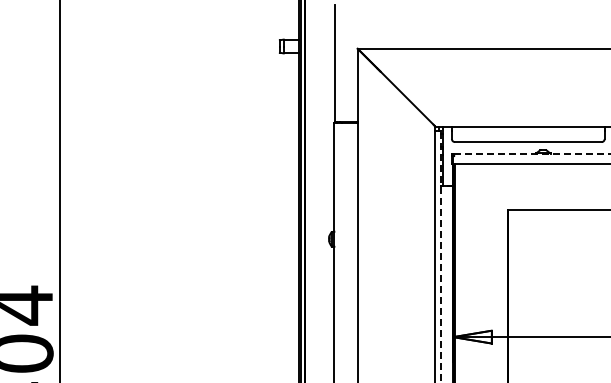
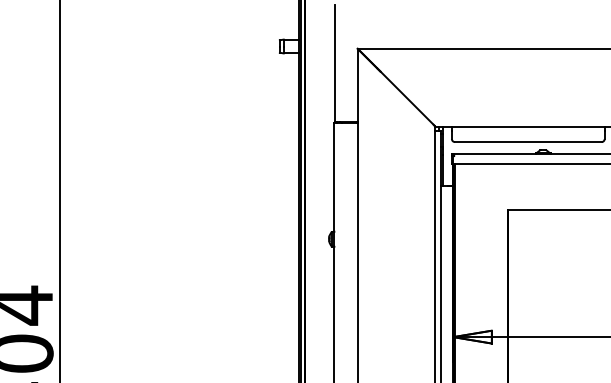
line at (532, 153): dashed -> solid
line at (441, 257): dashed -> solid
